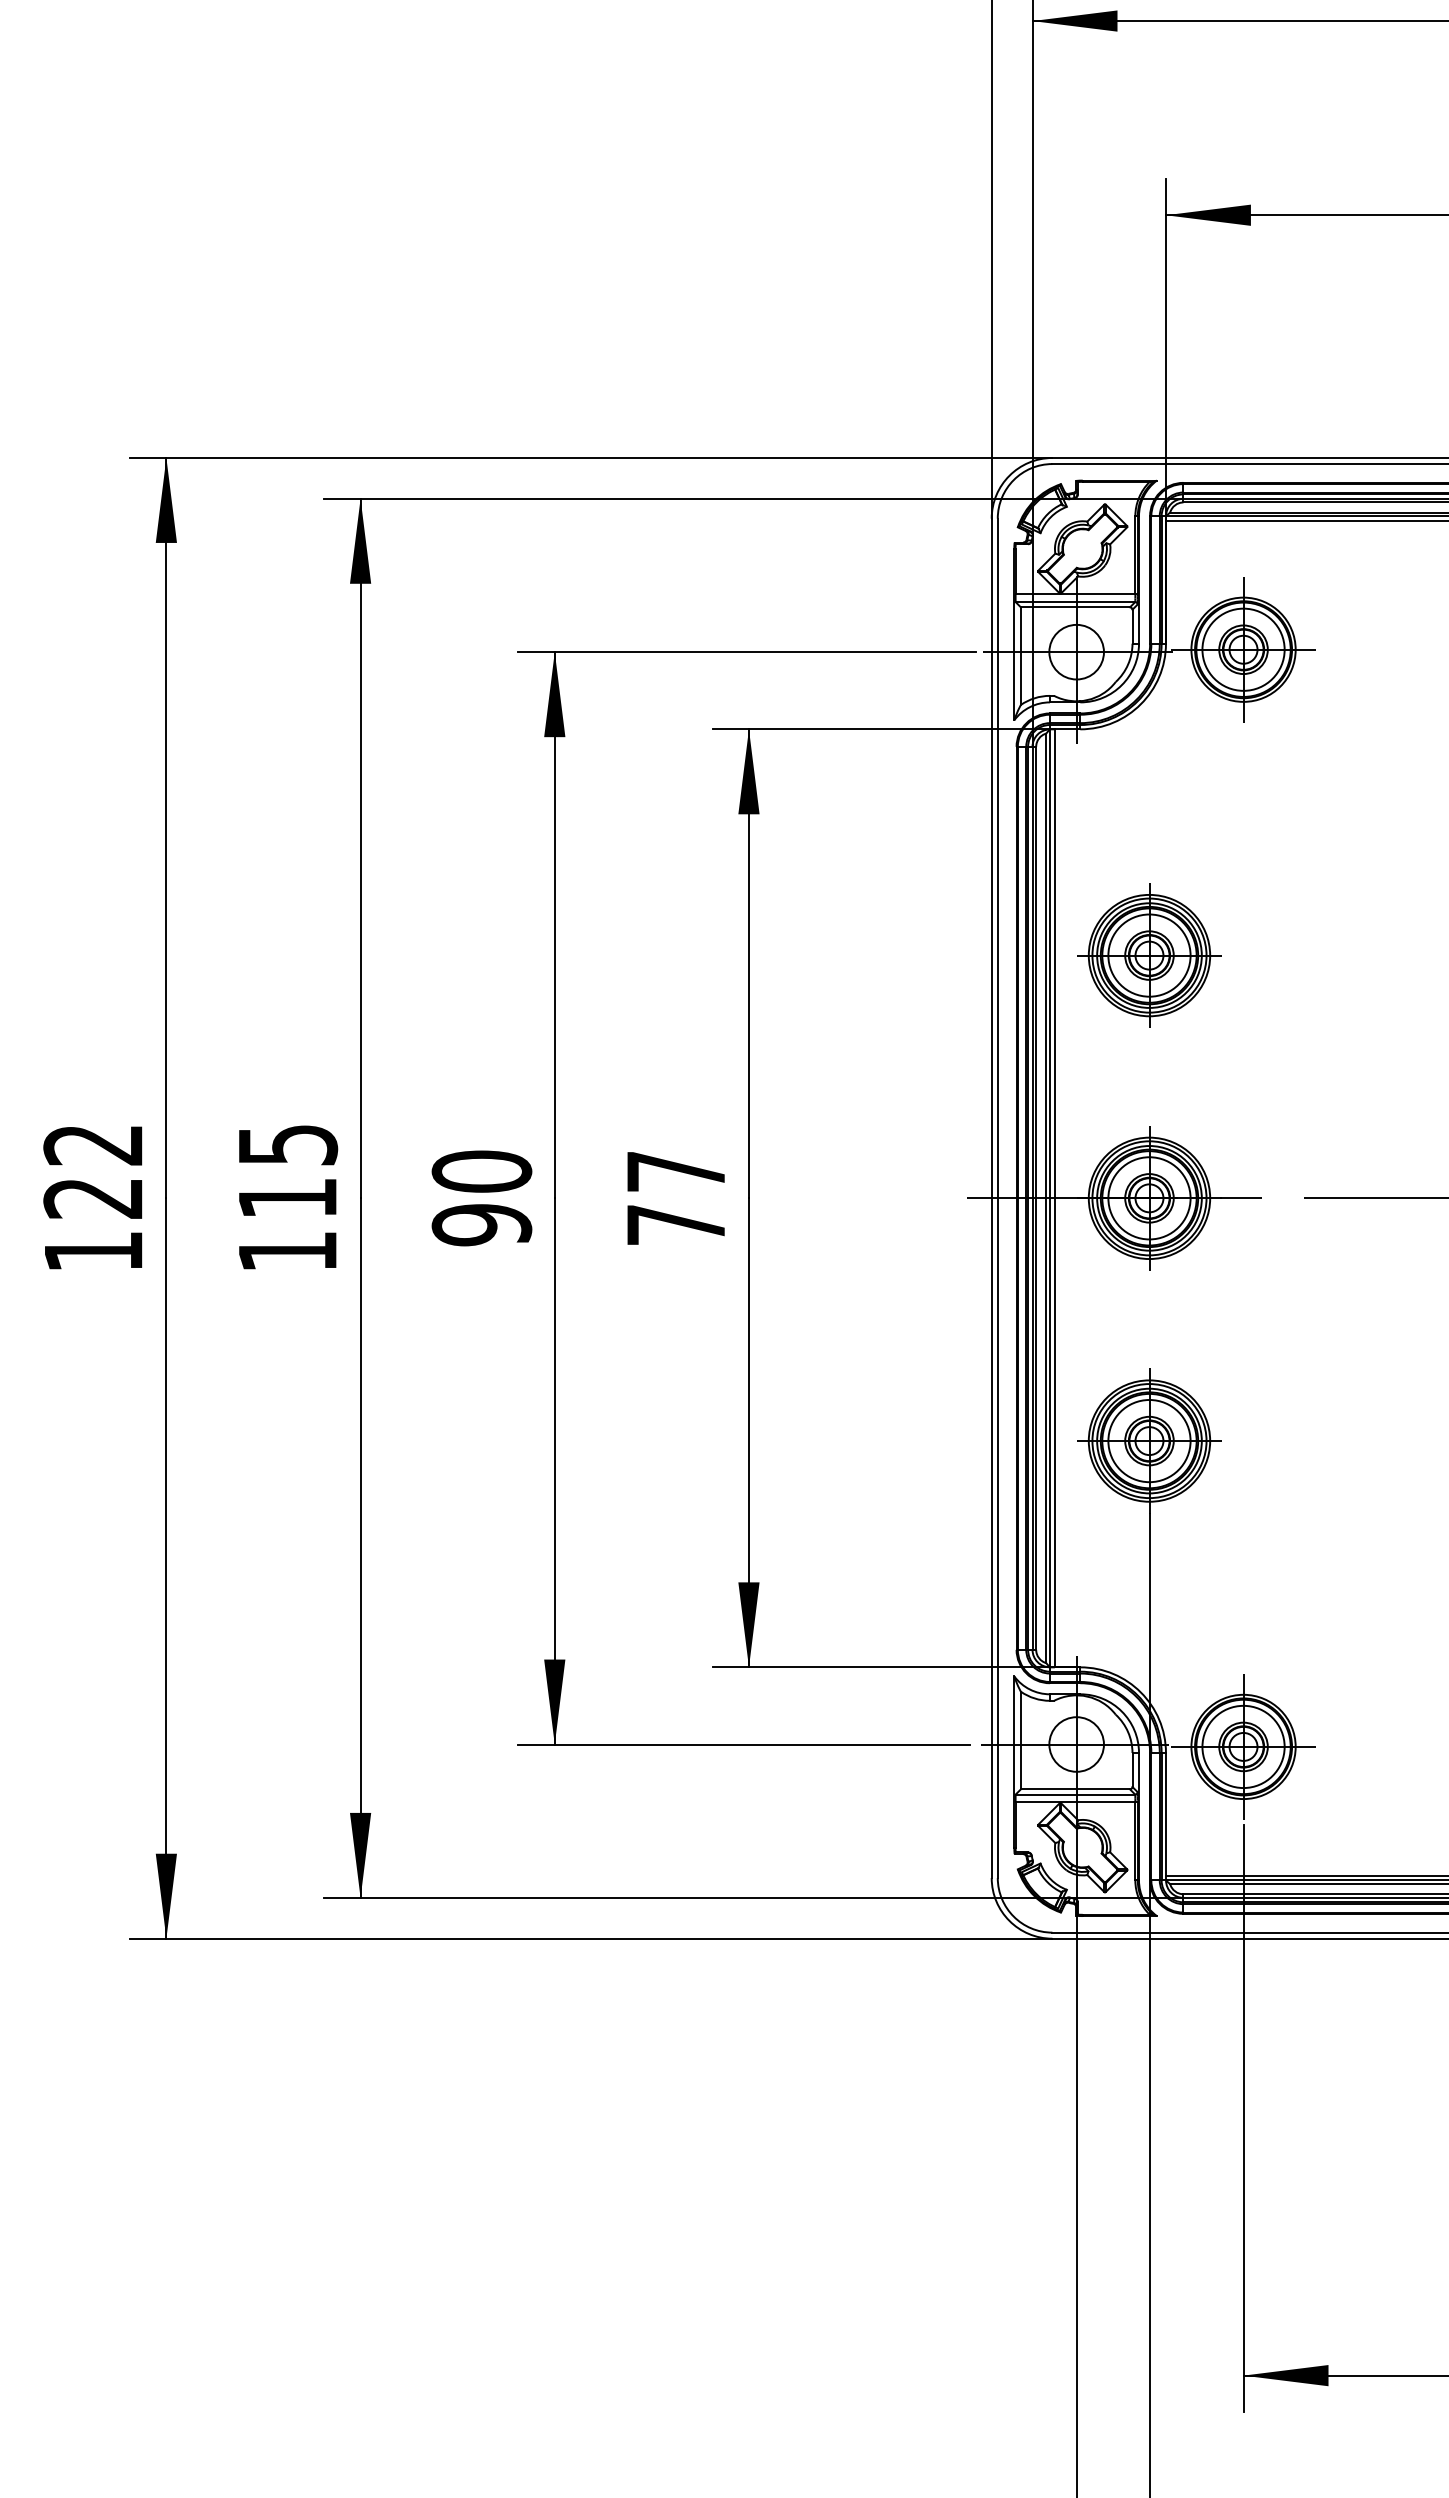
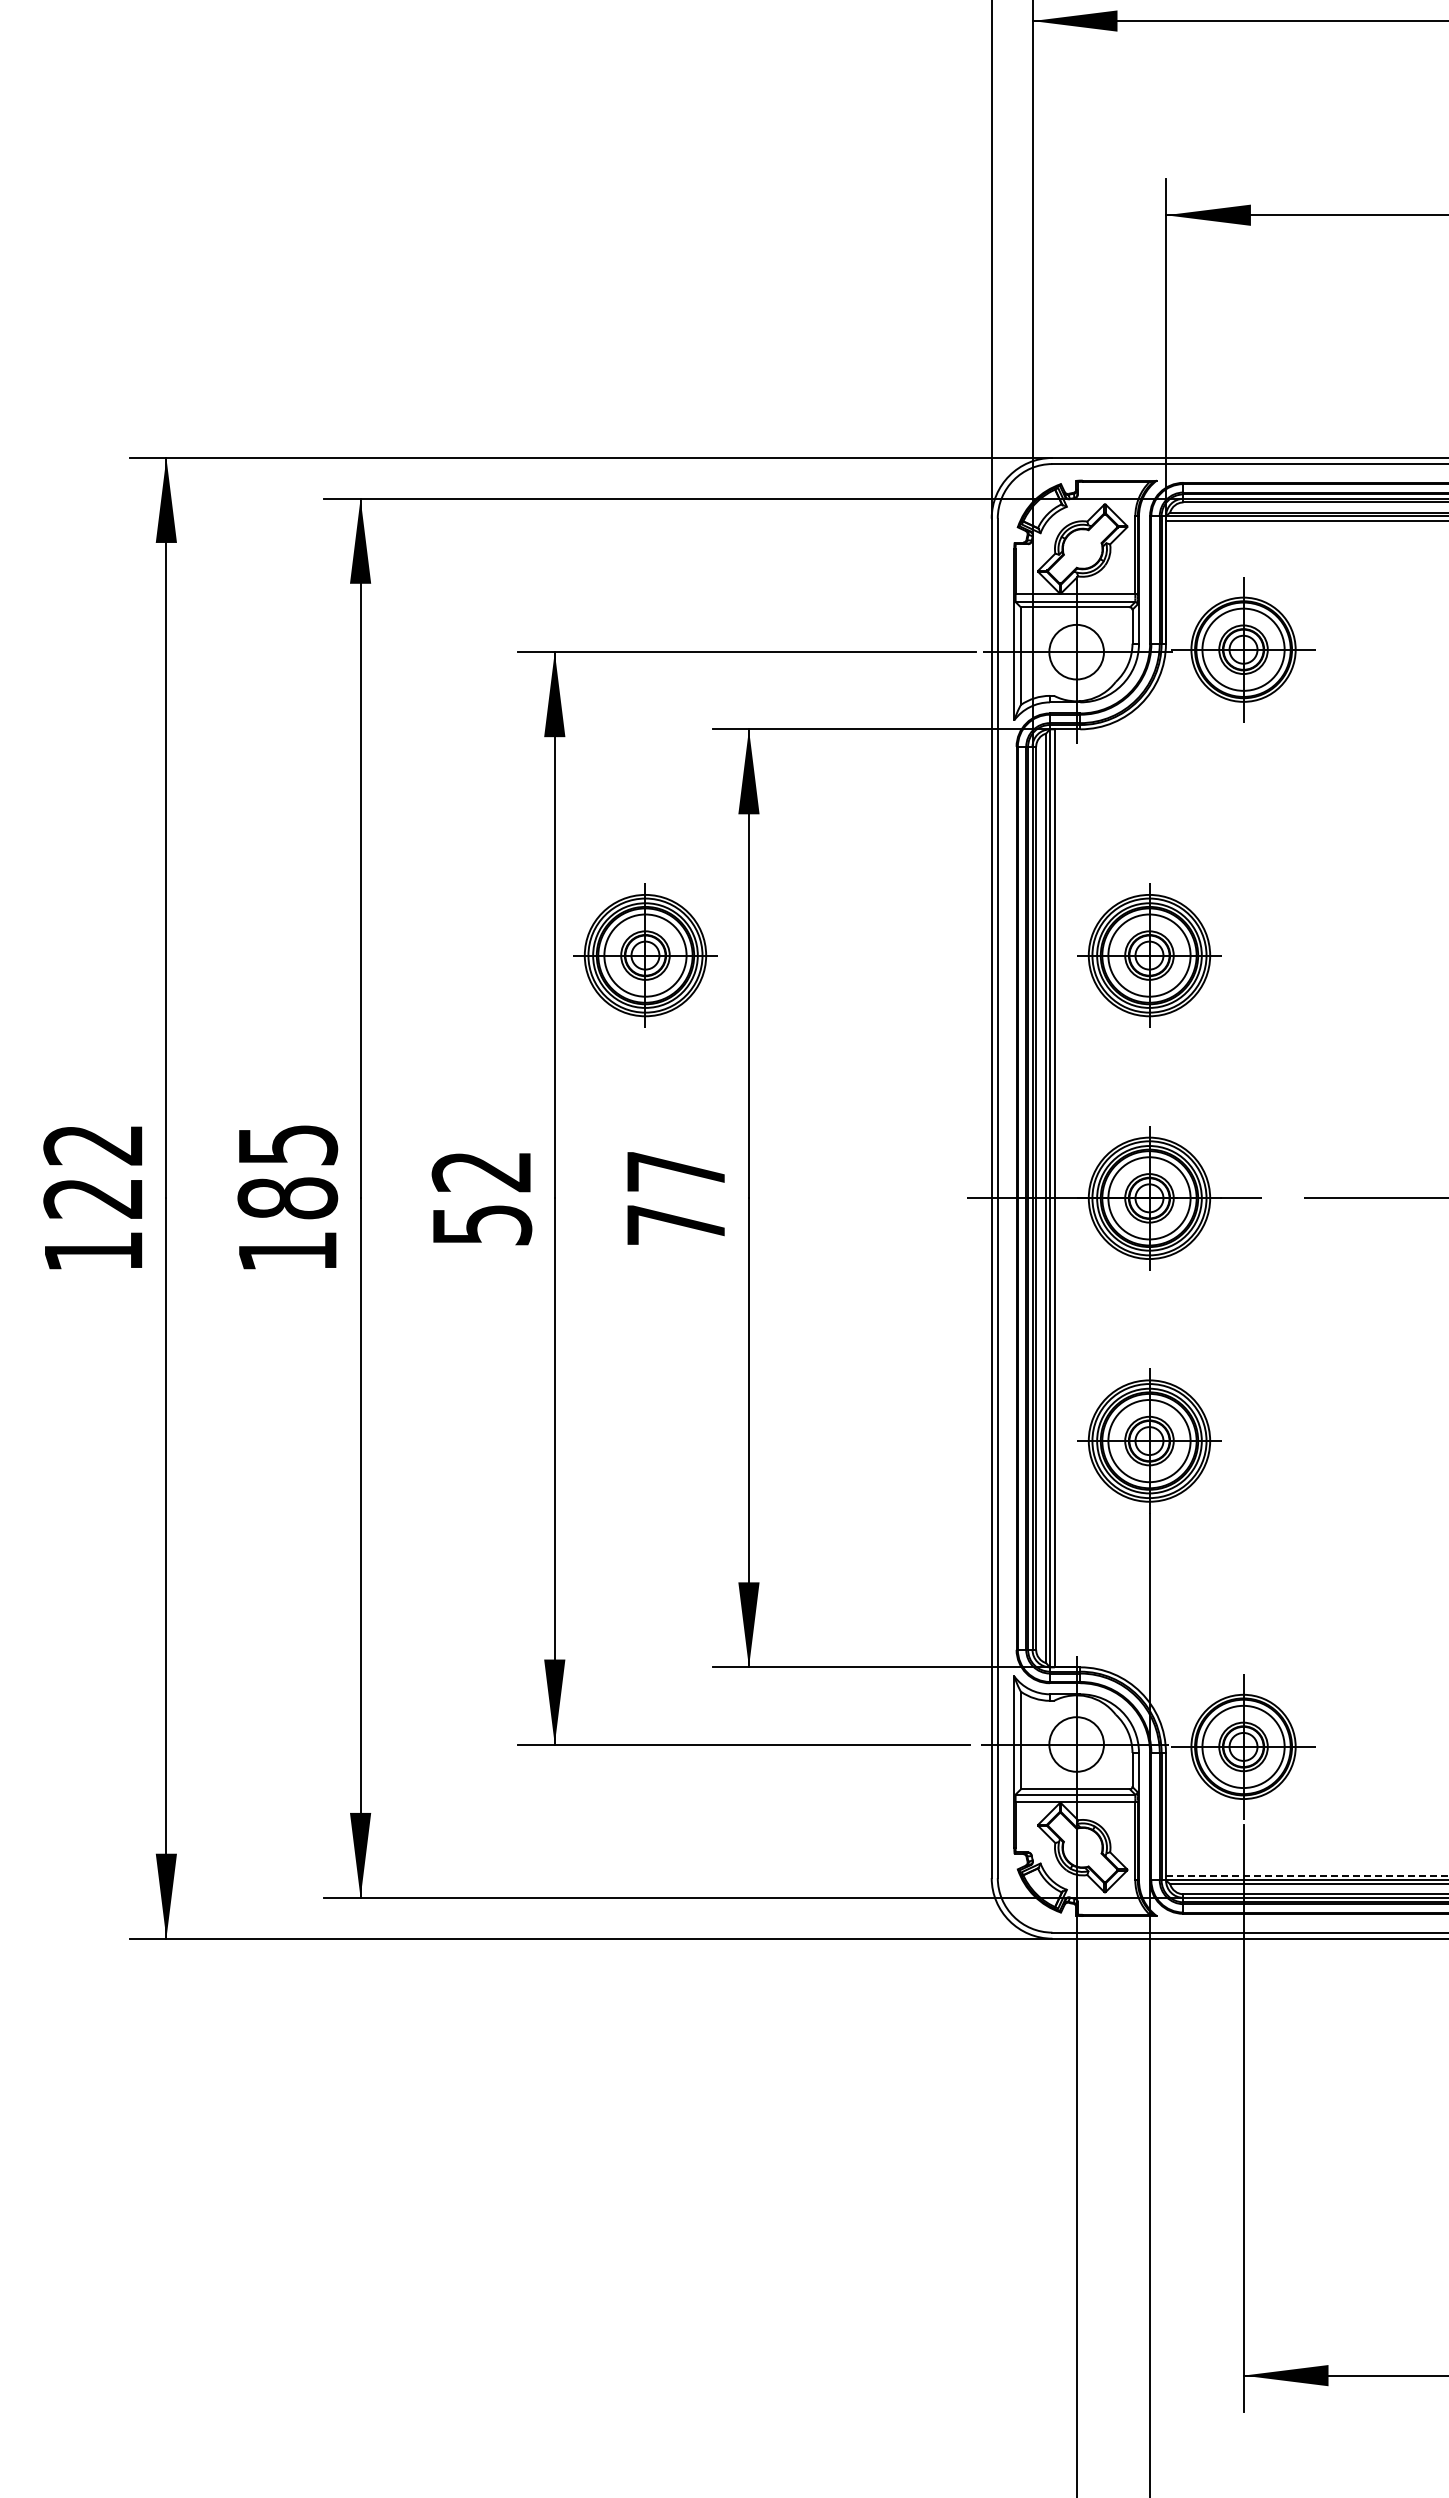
part at (645, 955): none -> present
text at (287, 1198): 115 -> 185
text at (481, 1198): 90 -> 52
line at (1307, 1875): solid -> dashed
